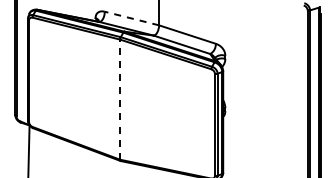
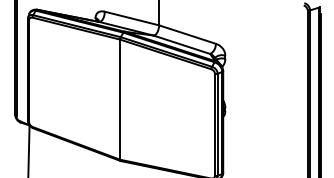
line at (131, 18): dashed -> solid
line at (120, 99): dashed -> solid
